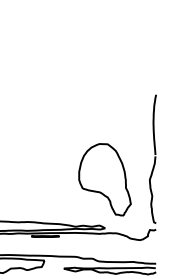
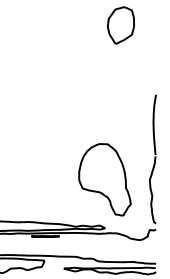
part at (120, 25): none -> present
